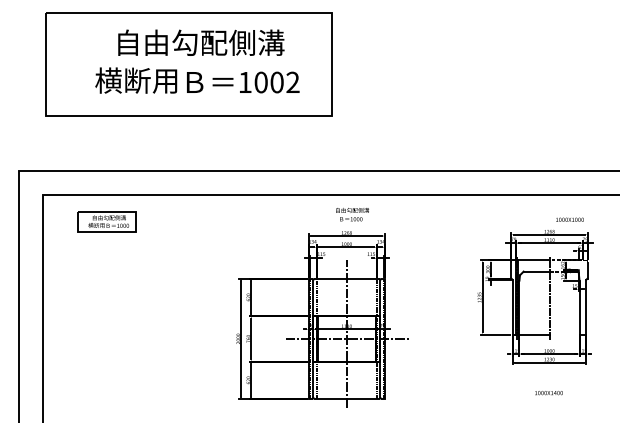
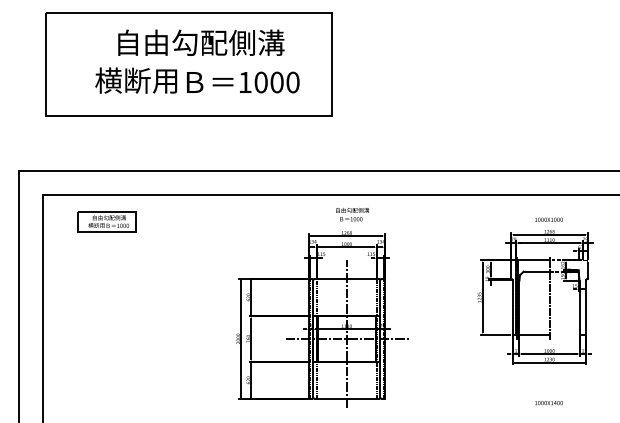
text at (292, 82): 1002 -> 1000
text at (569, 219) position: (569, 219) -> (548, 219)
text at (548, 393) position: (548, 393) -> (548, 403)
